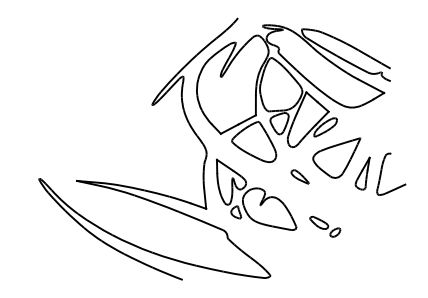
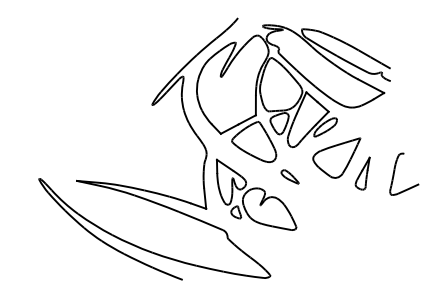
part at (382, 171) position: (382, 171) -> (395, 171)
part at (299, 176) position: (299, 176) -> (289, 176)
part at (325, 226): present -> none
